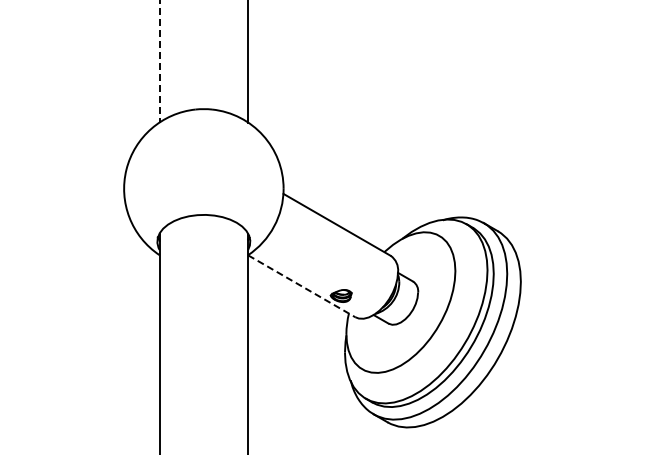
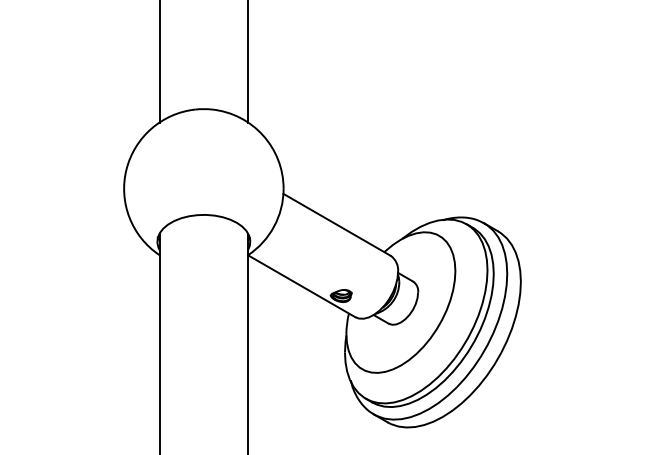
line at (159, 61): dashed -> solid
line at (301, 286): dashed -> solid
